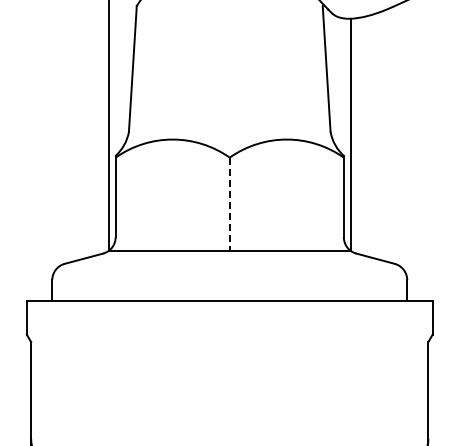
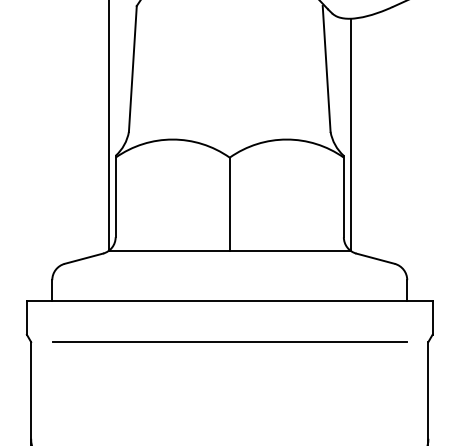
line at (229, 204): dashed -> solid
line at (229, 342): none -> present
